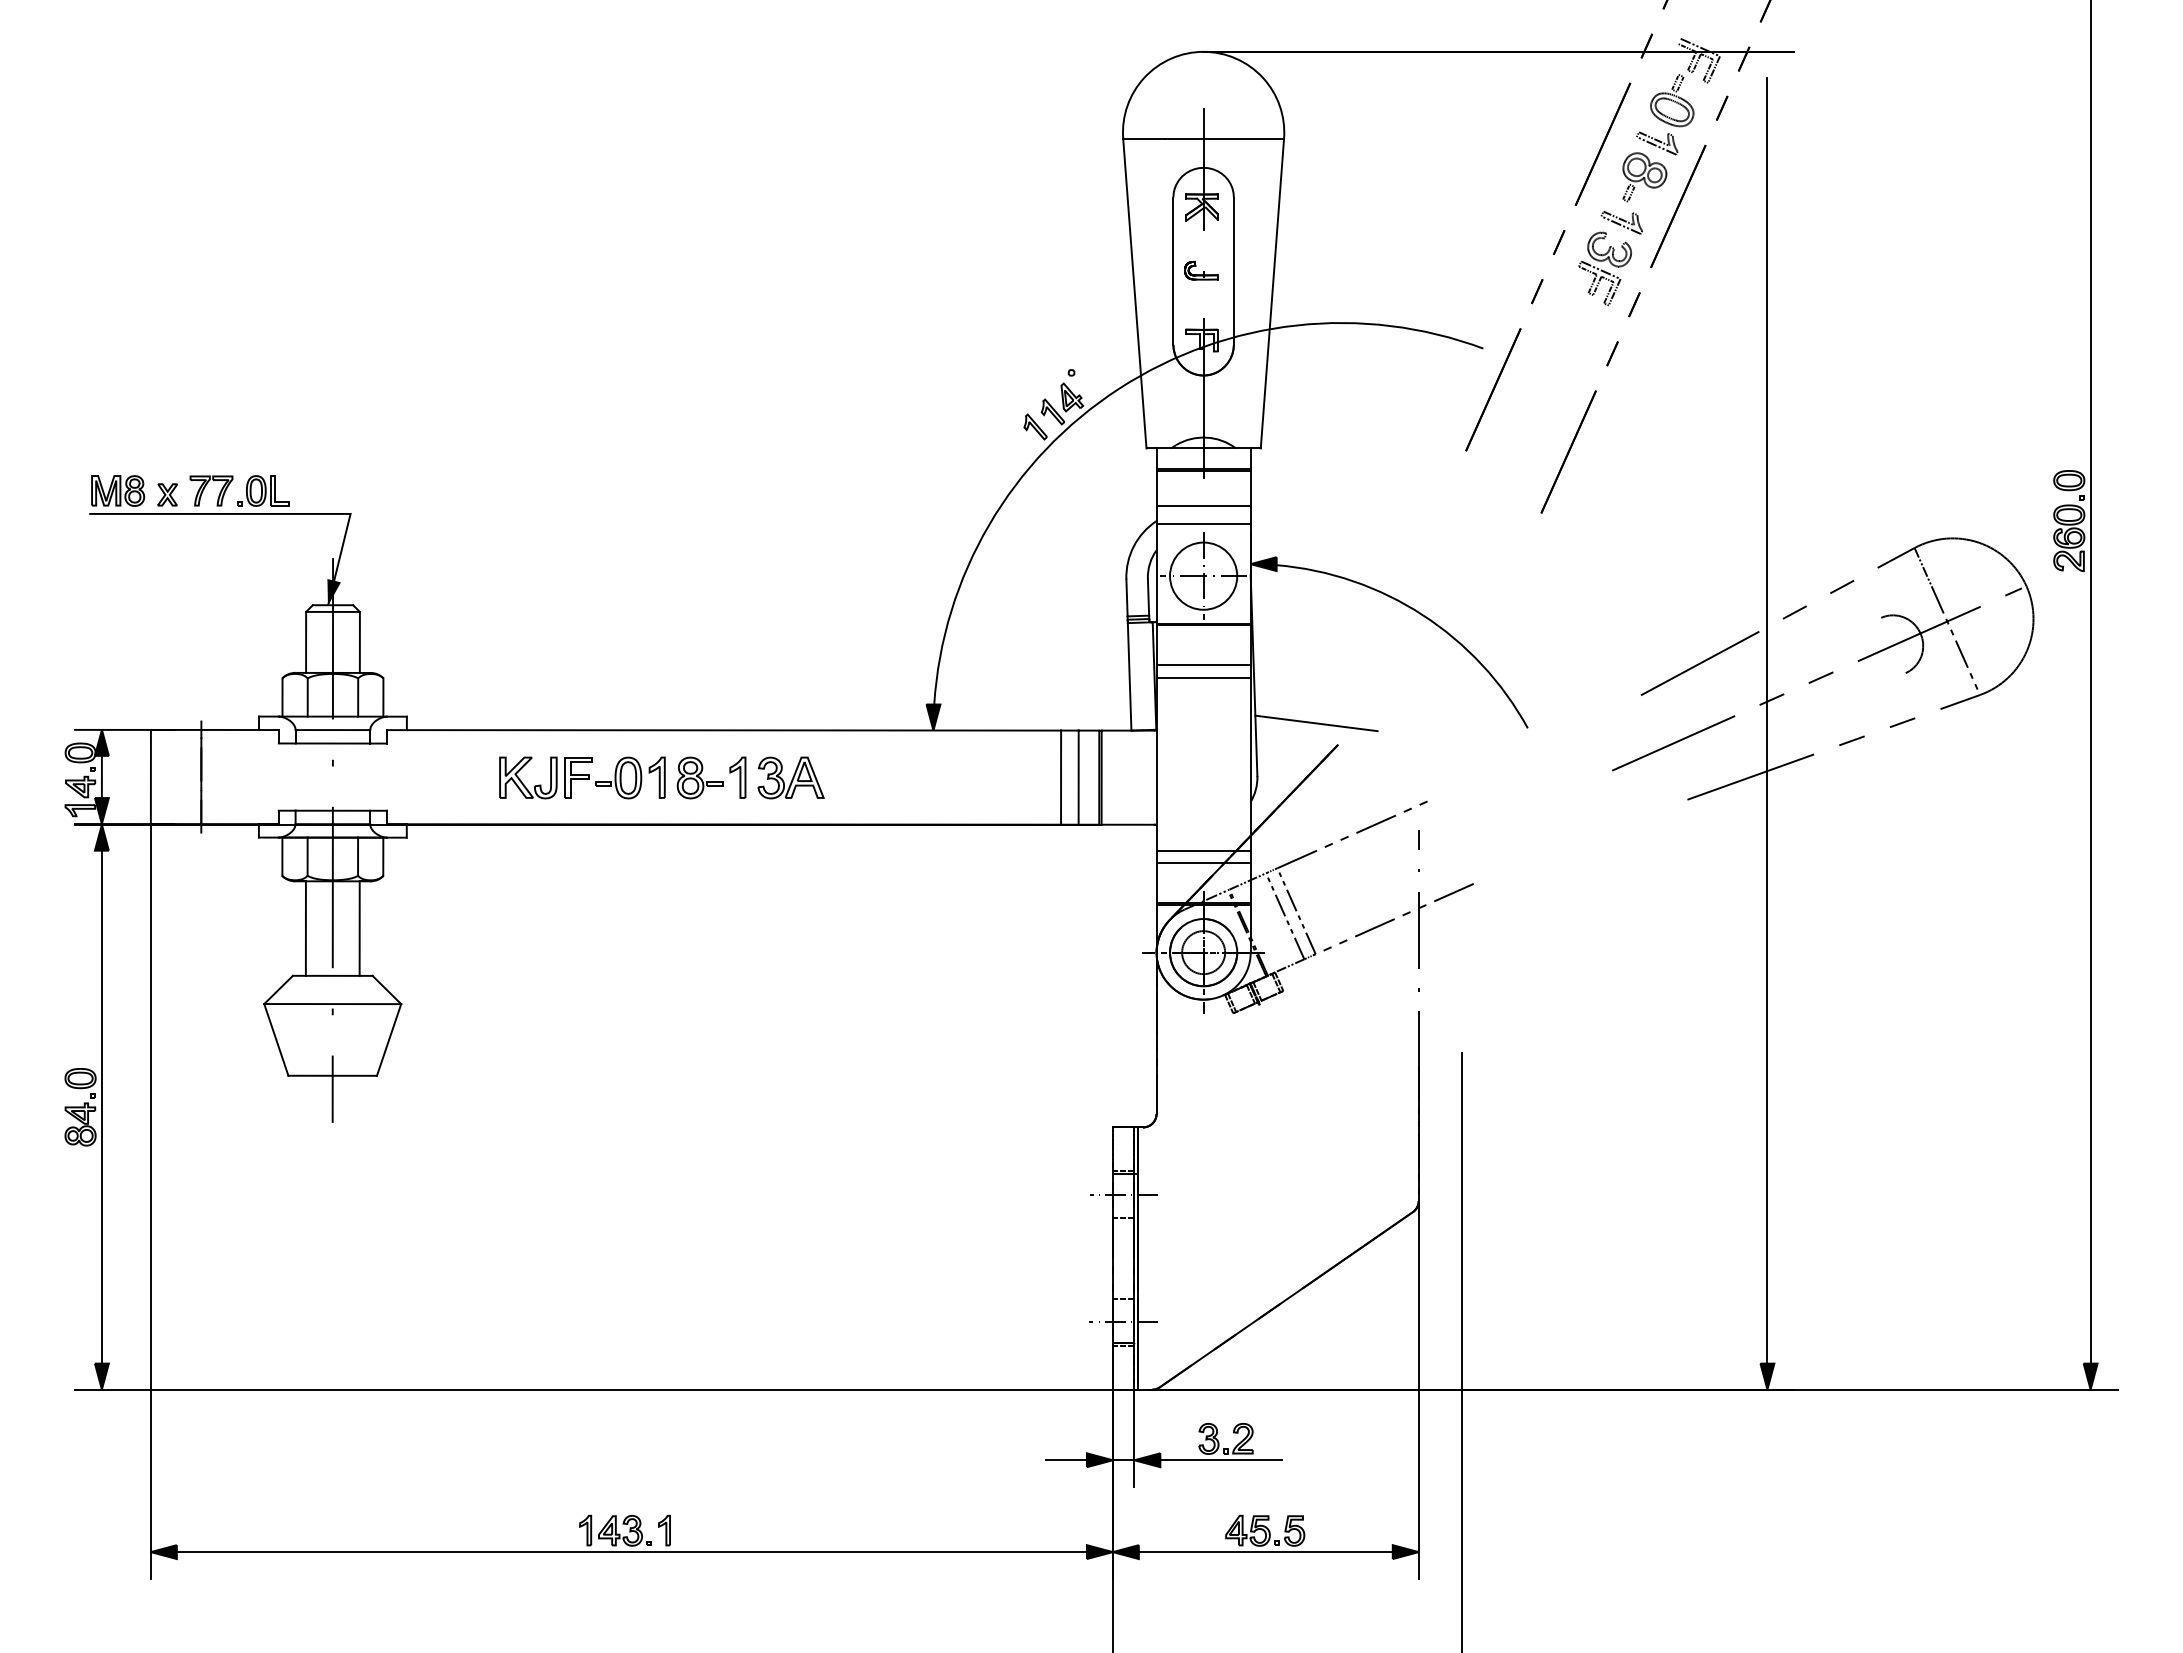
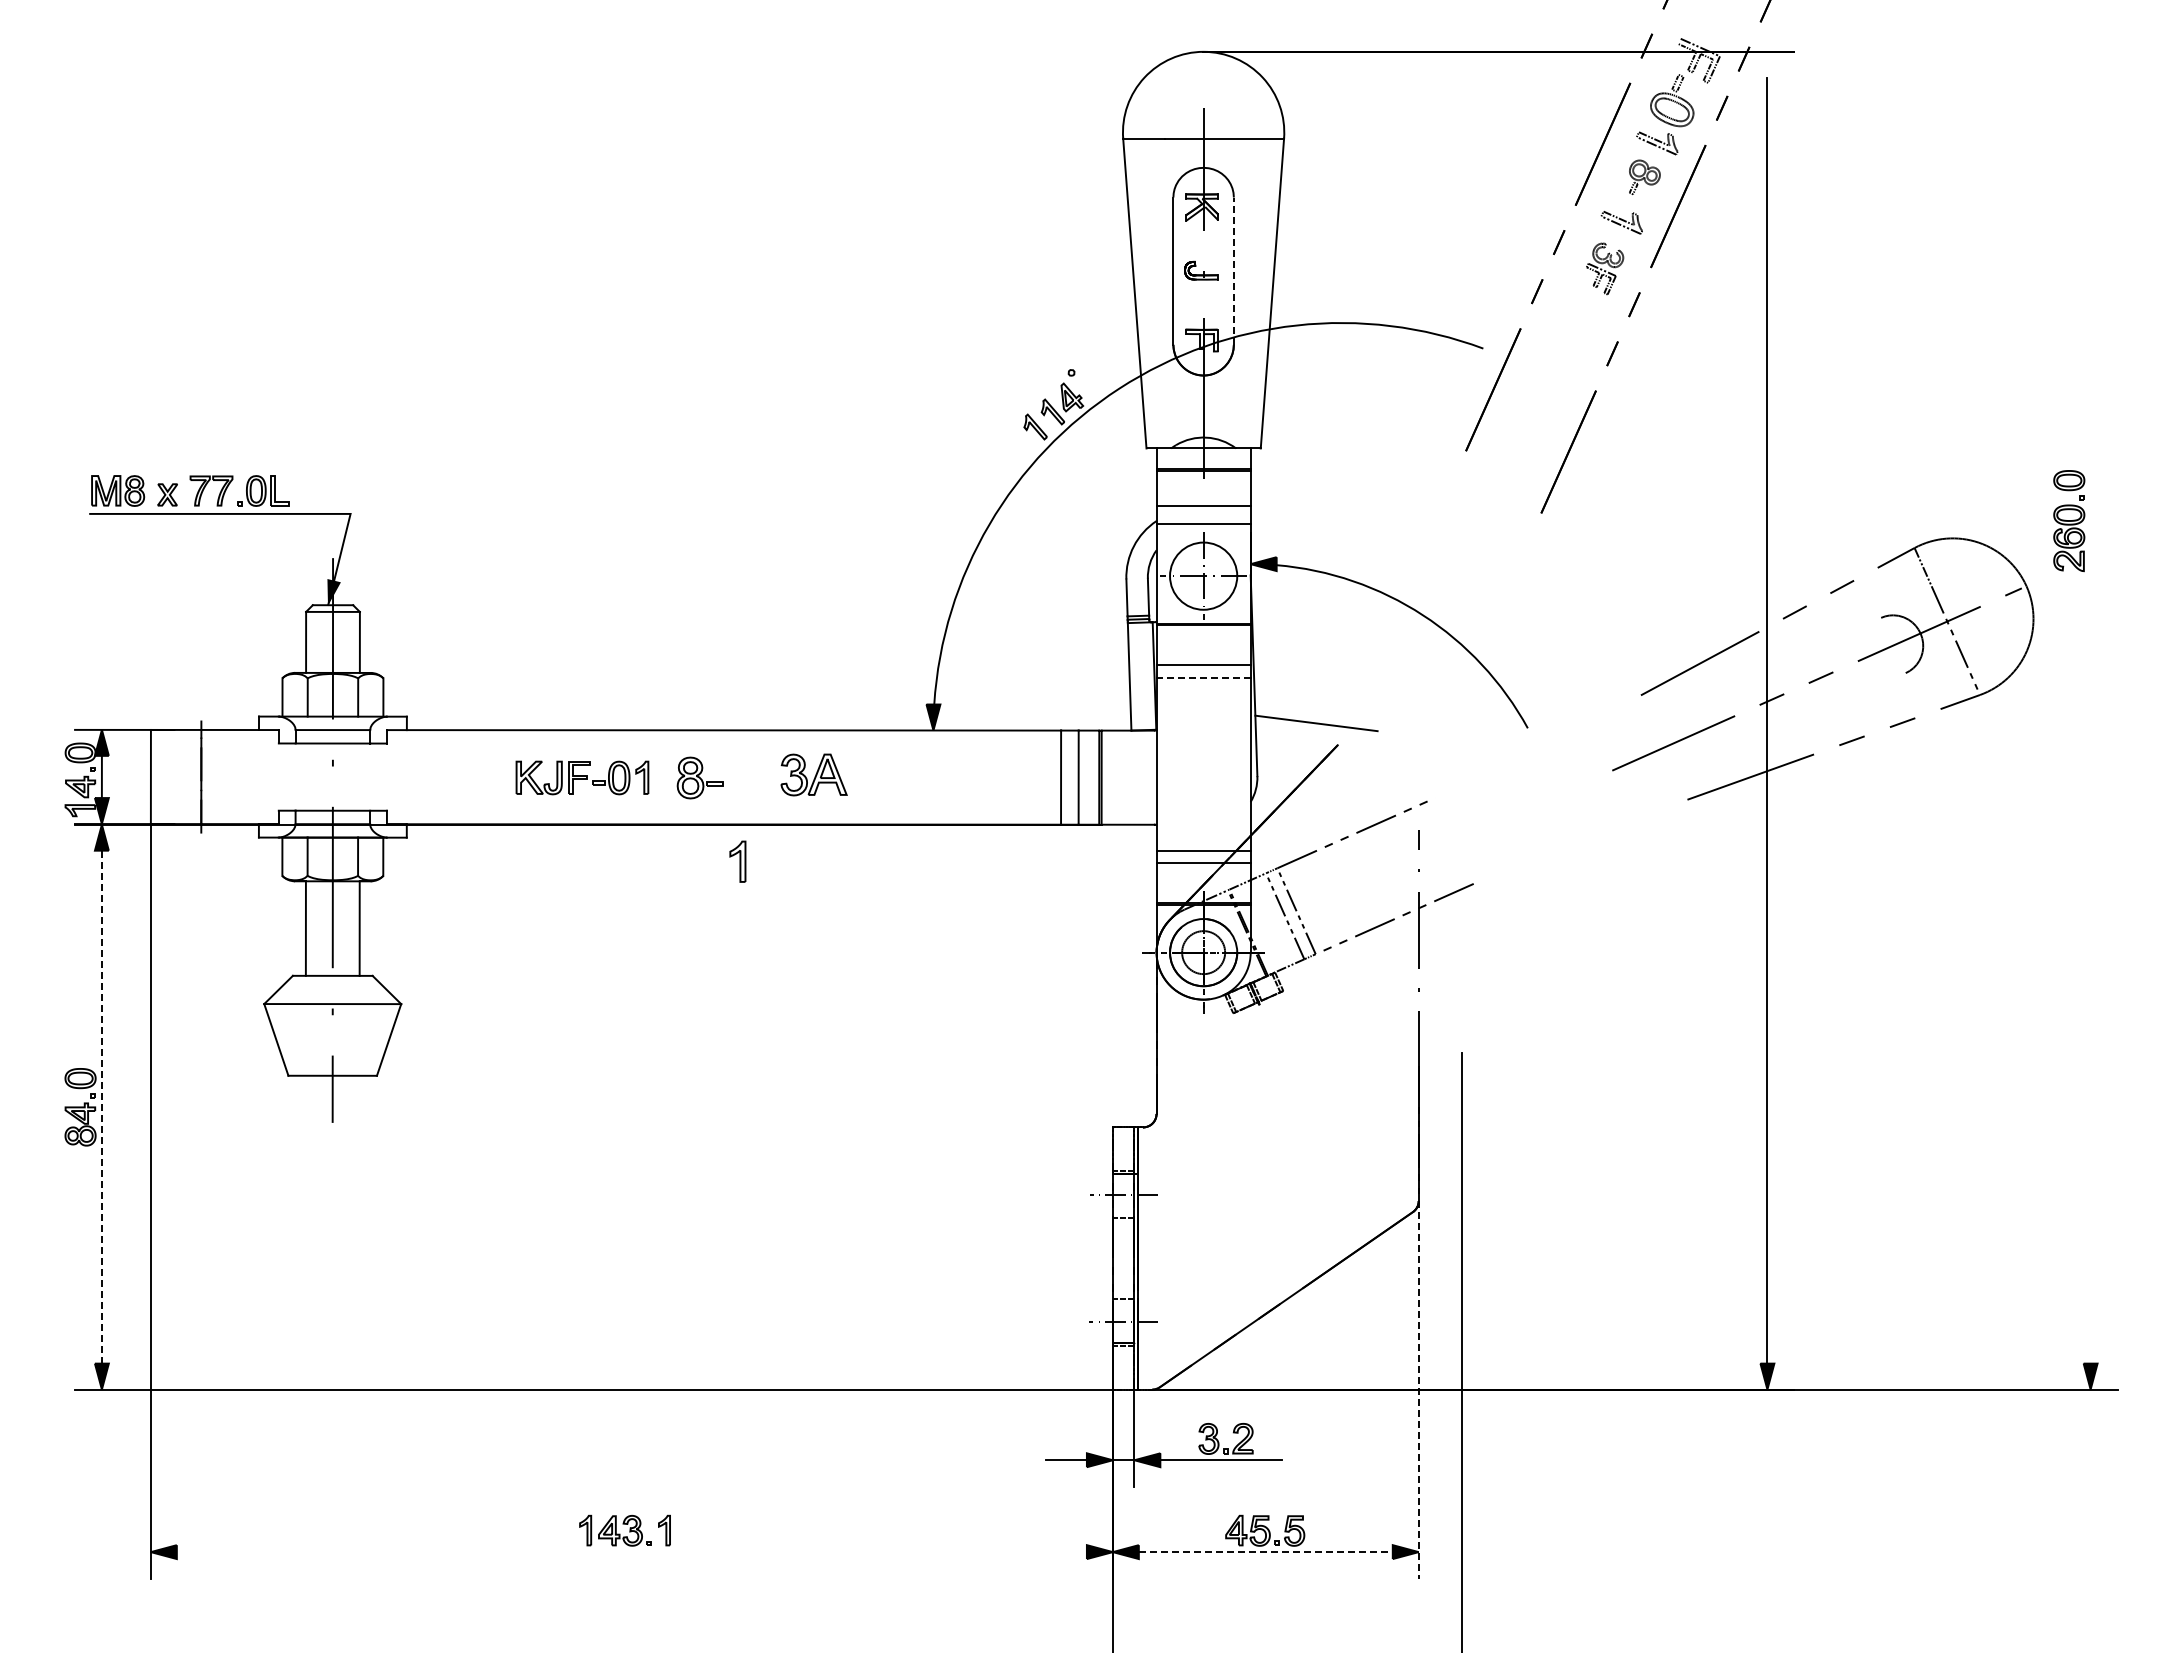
part at (1644, 177) size: 46x51 px -> 32x36 px
part at (1604, 268) size: 54x76 px -> 39x54 px
line at (1233, 271): solid -> dashed
line at (1203, 677): solid -> dashed
line at (2090, 682): present -> none
part at (582, 777) size: 167x44 px -> 135x36 px
part at (737, 777) position: (737, 777) -> (737, 861)
part at (790, 777) position: (790, 777) -> (813, 774)
line at (101, 1106): solid -> dashed
line at (1418, 1390): solid -> dashed
line at (631, 1552): present -> none
line at (1265, 1552): solid -> dashed
